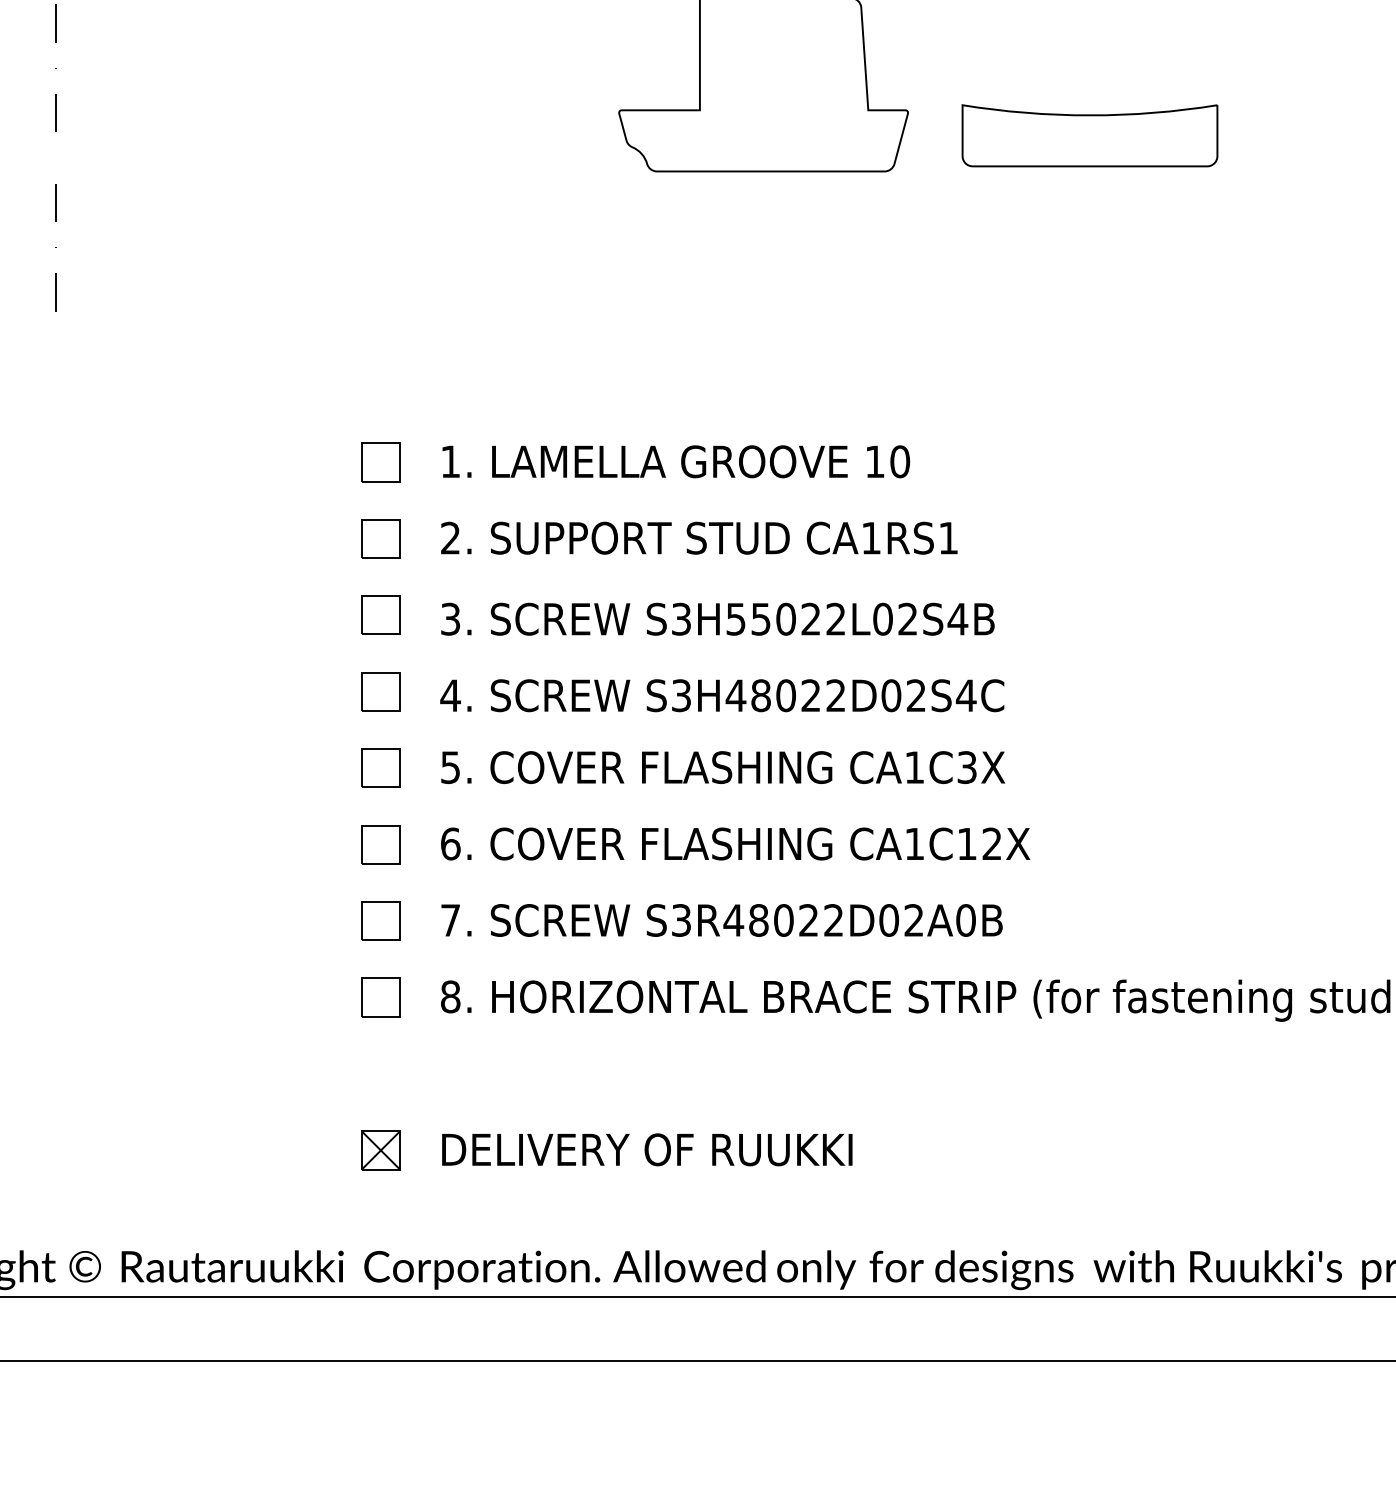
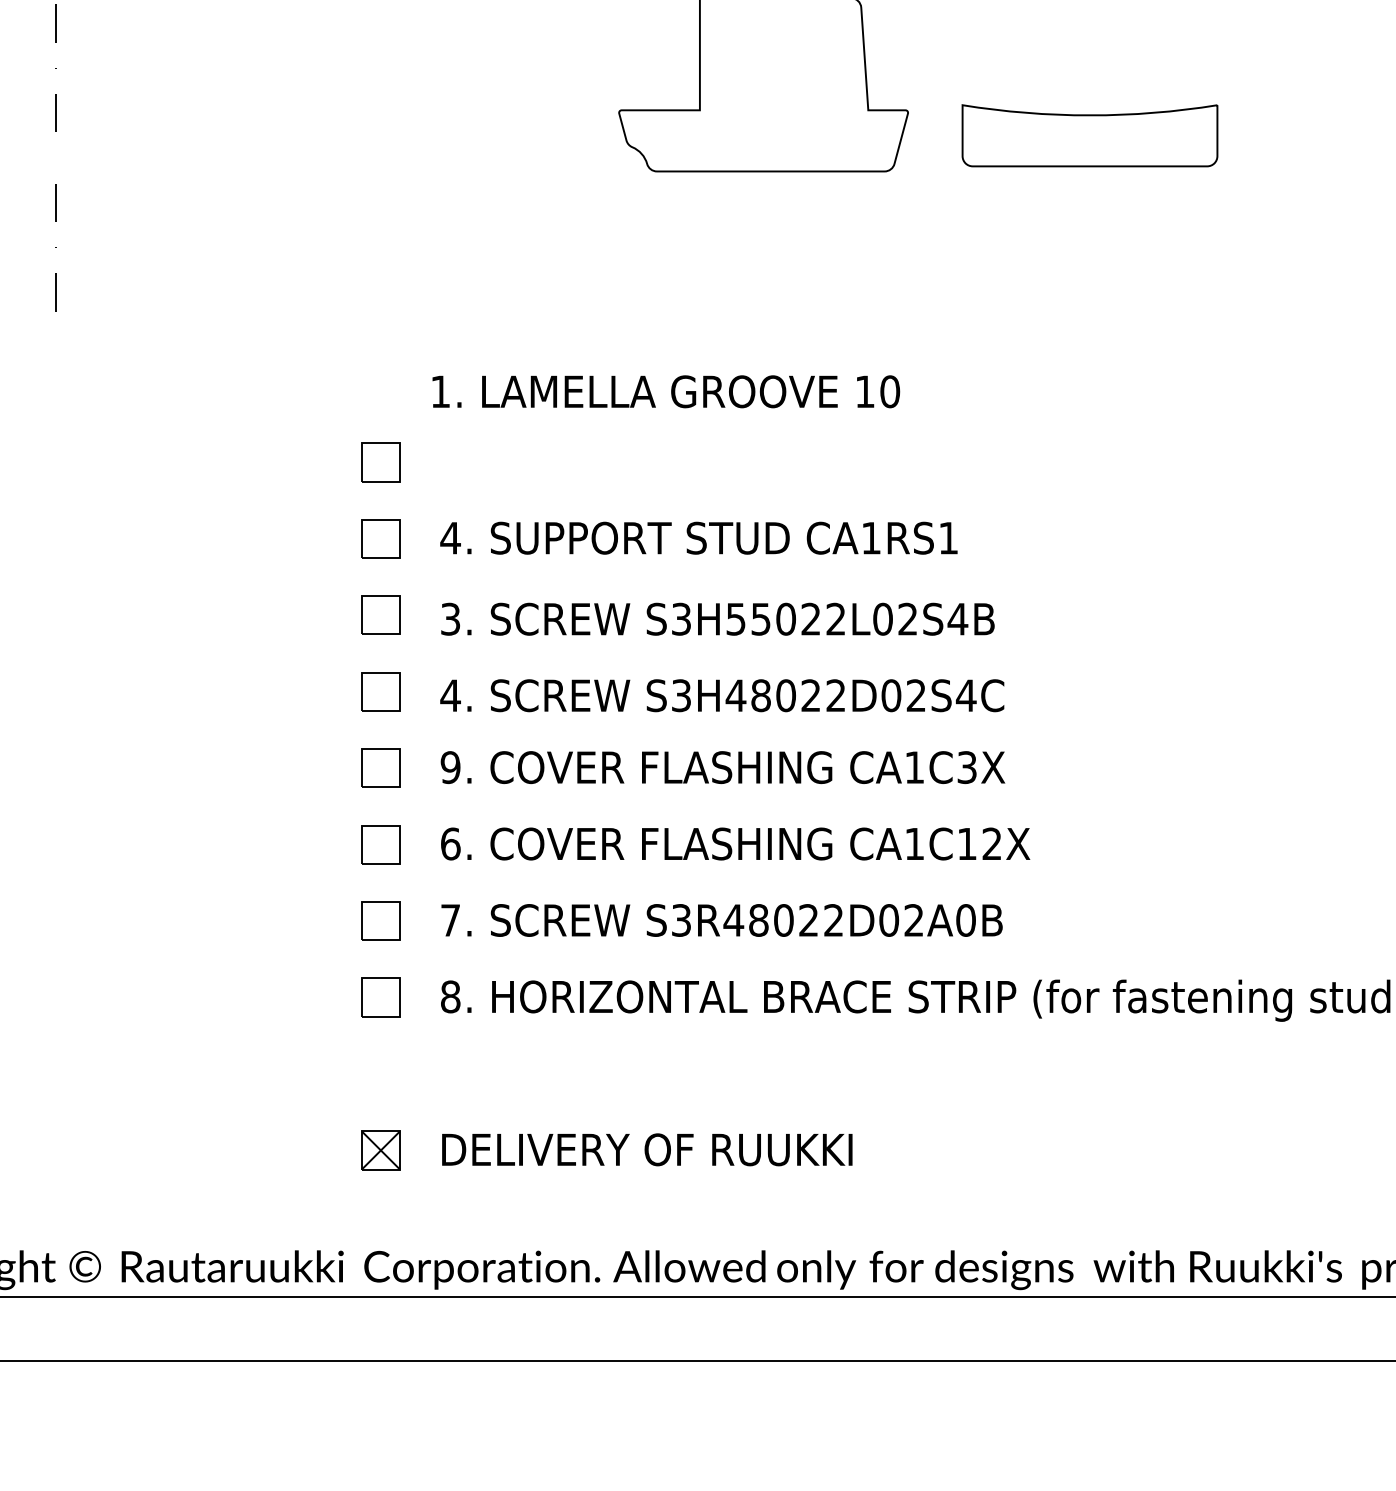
text at (676, 461) position: (676, 461) -> (666, 391)
text at (450, 537): 2. -> 4.
text at (450, 767): 5. -> 9.
